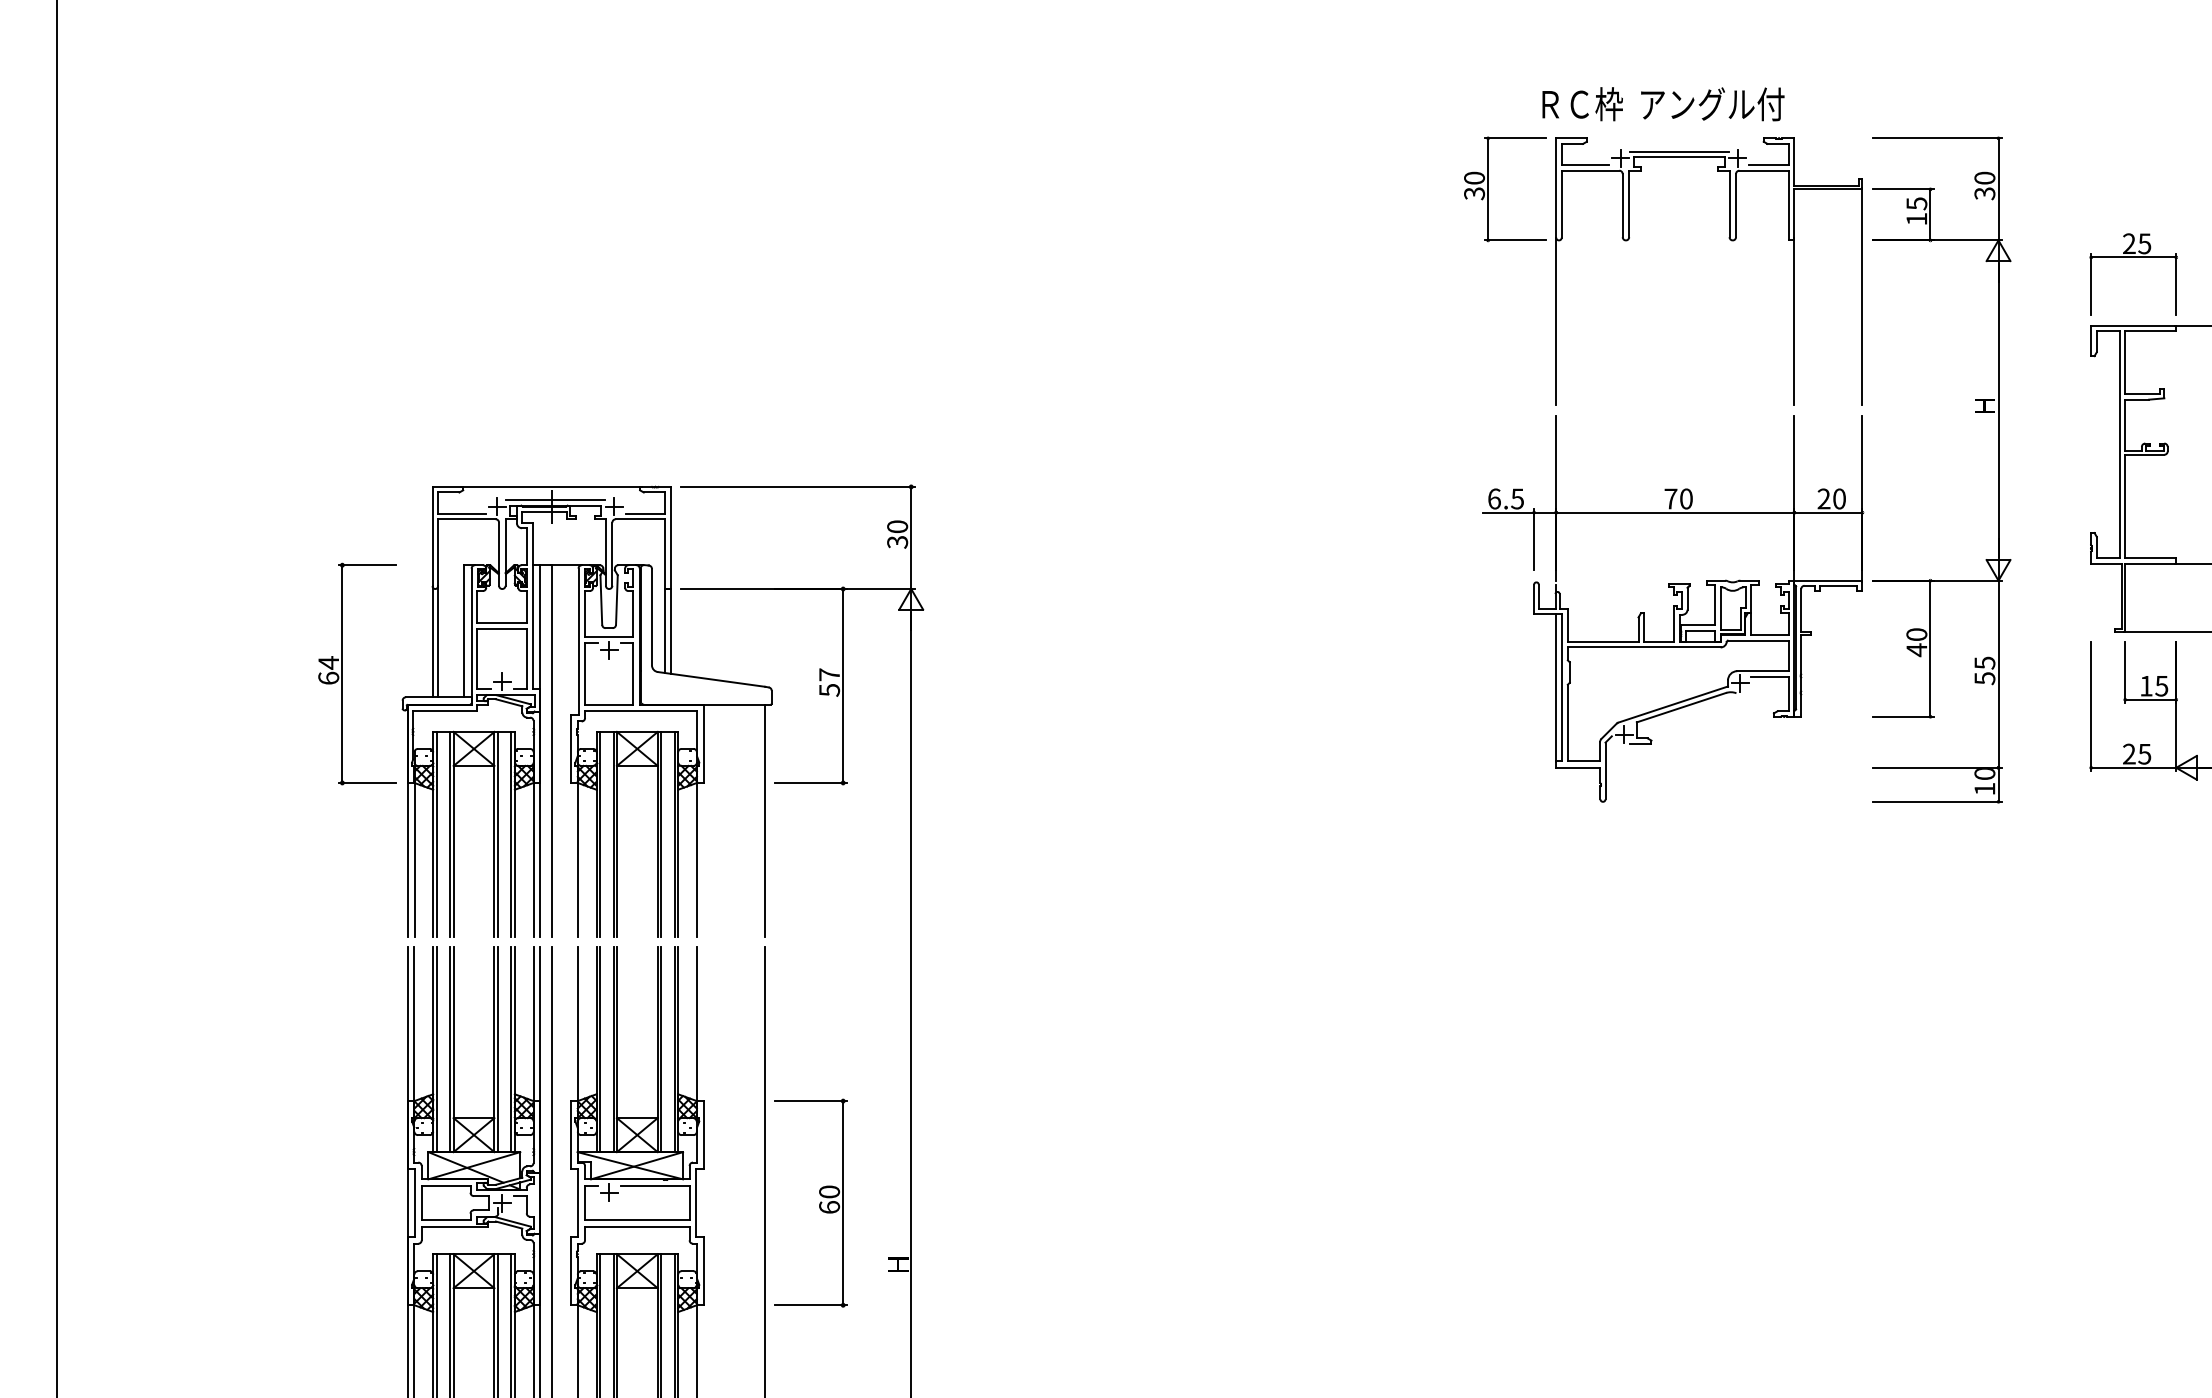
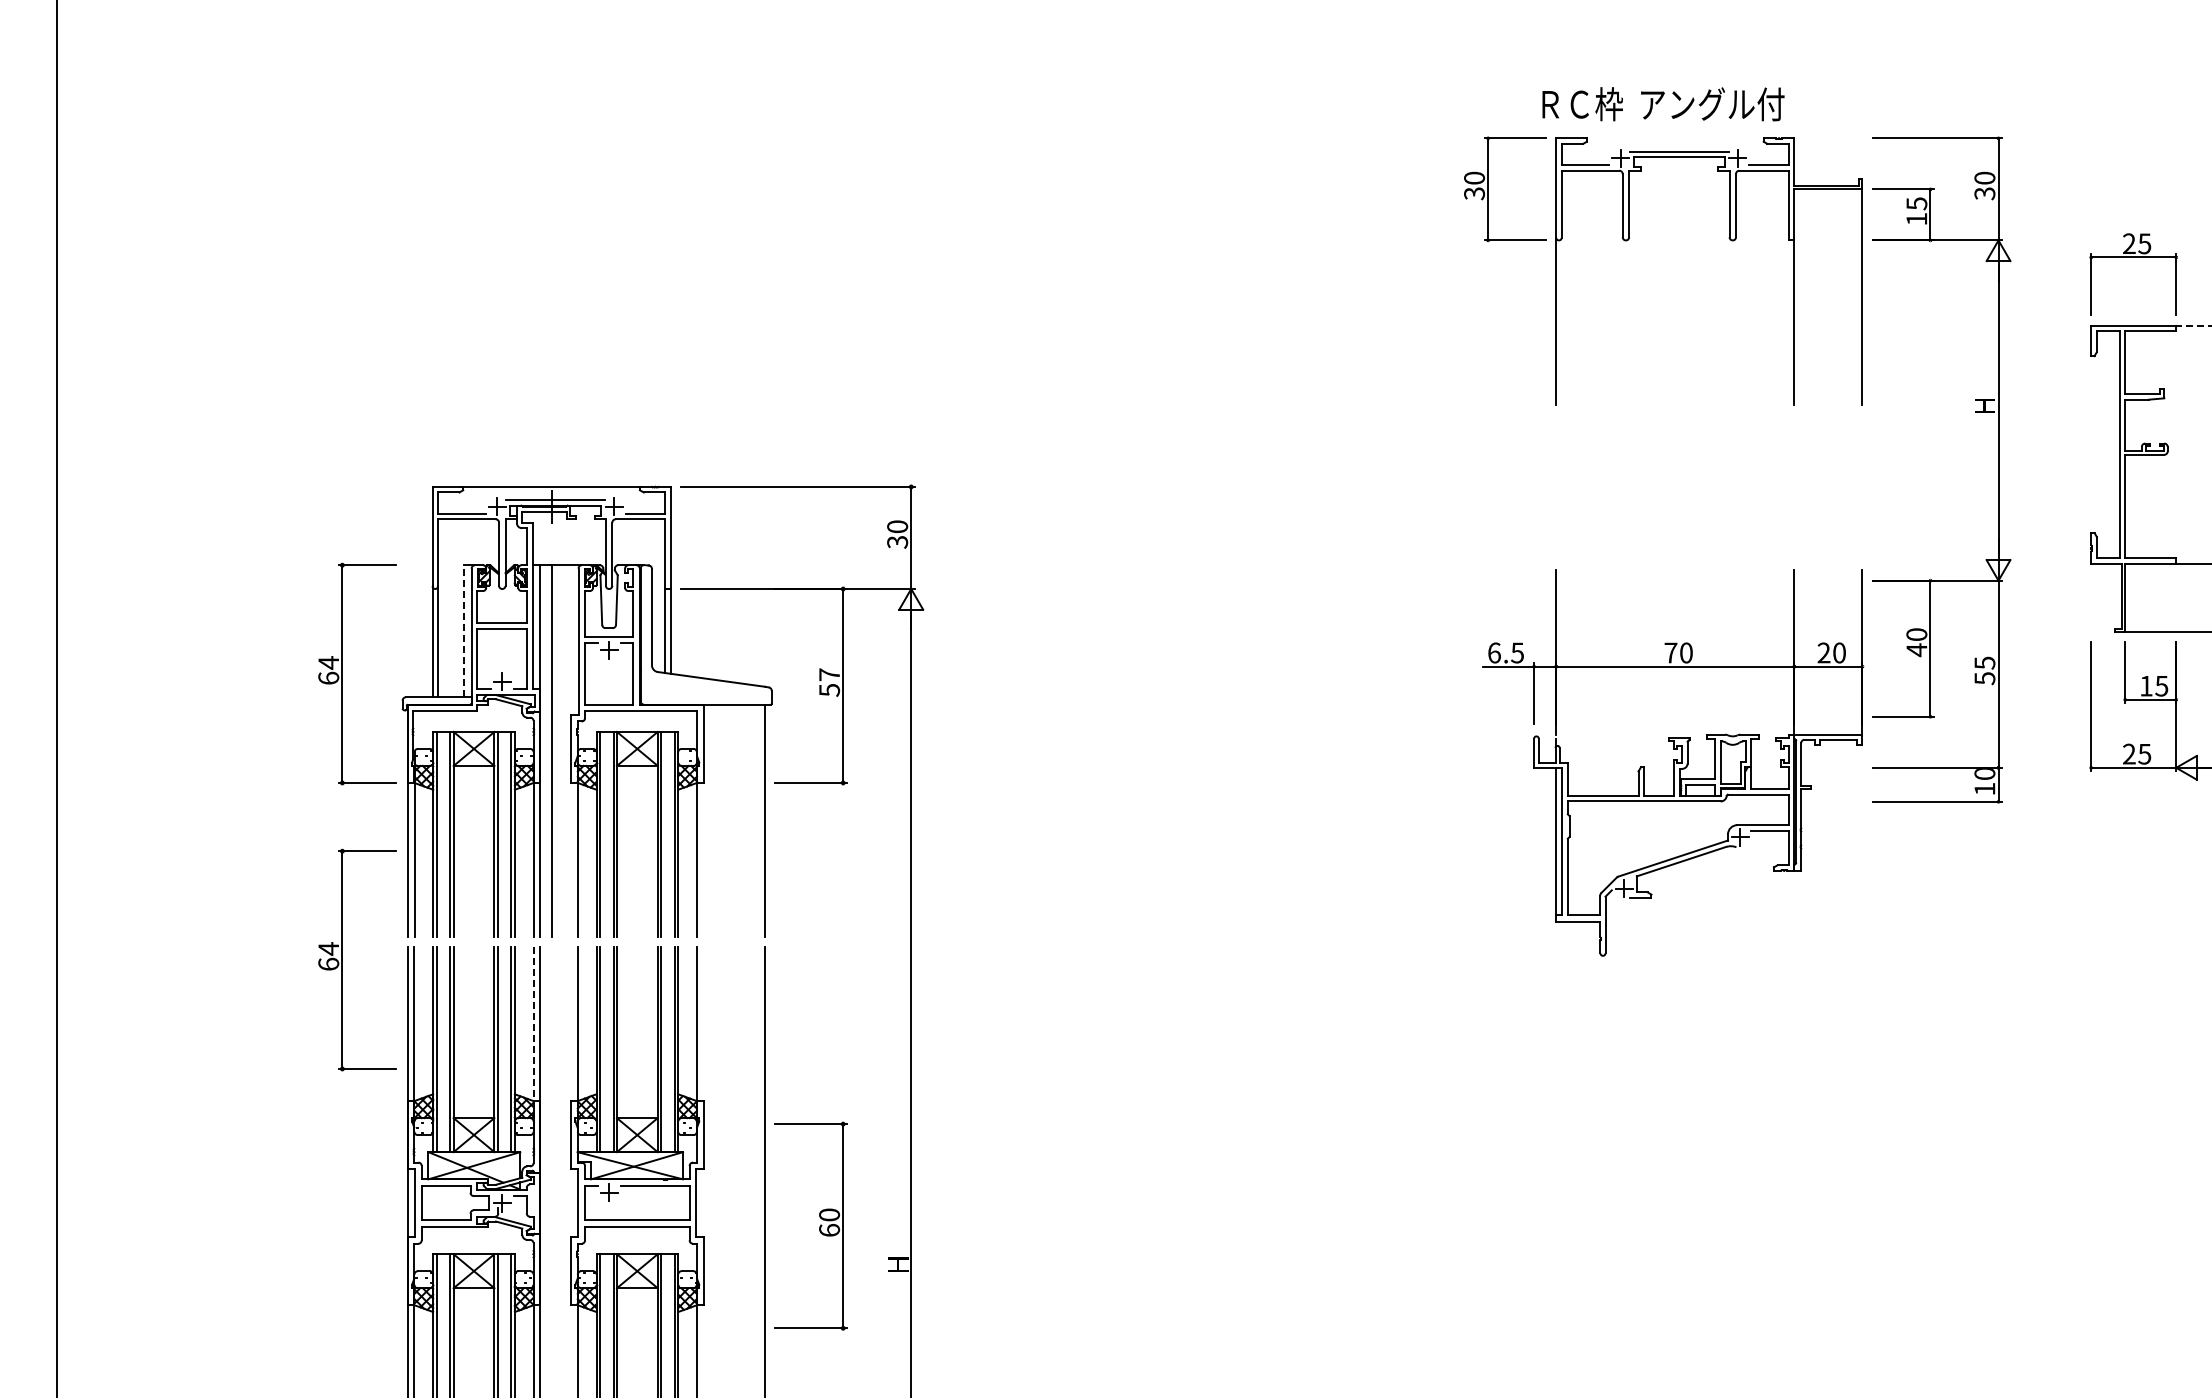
line at (2193, 325): solid -> dashed
part at (1673, 608) position: (1673, 608) -> (1673, 762)
line at (464, 630): solid -> dashed
part at (342, 959): none -> present
line at (533, 1024): solid -> dashed
line at (552, 1170): present -> none
part at (819, 1203) position: (819, 1203) -> (819, 1226)
